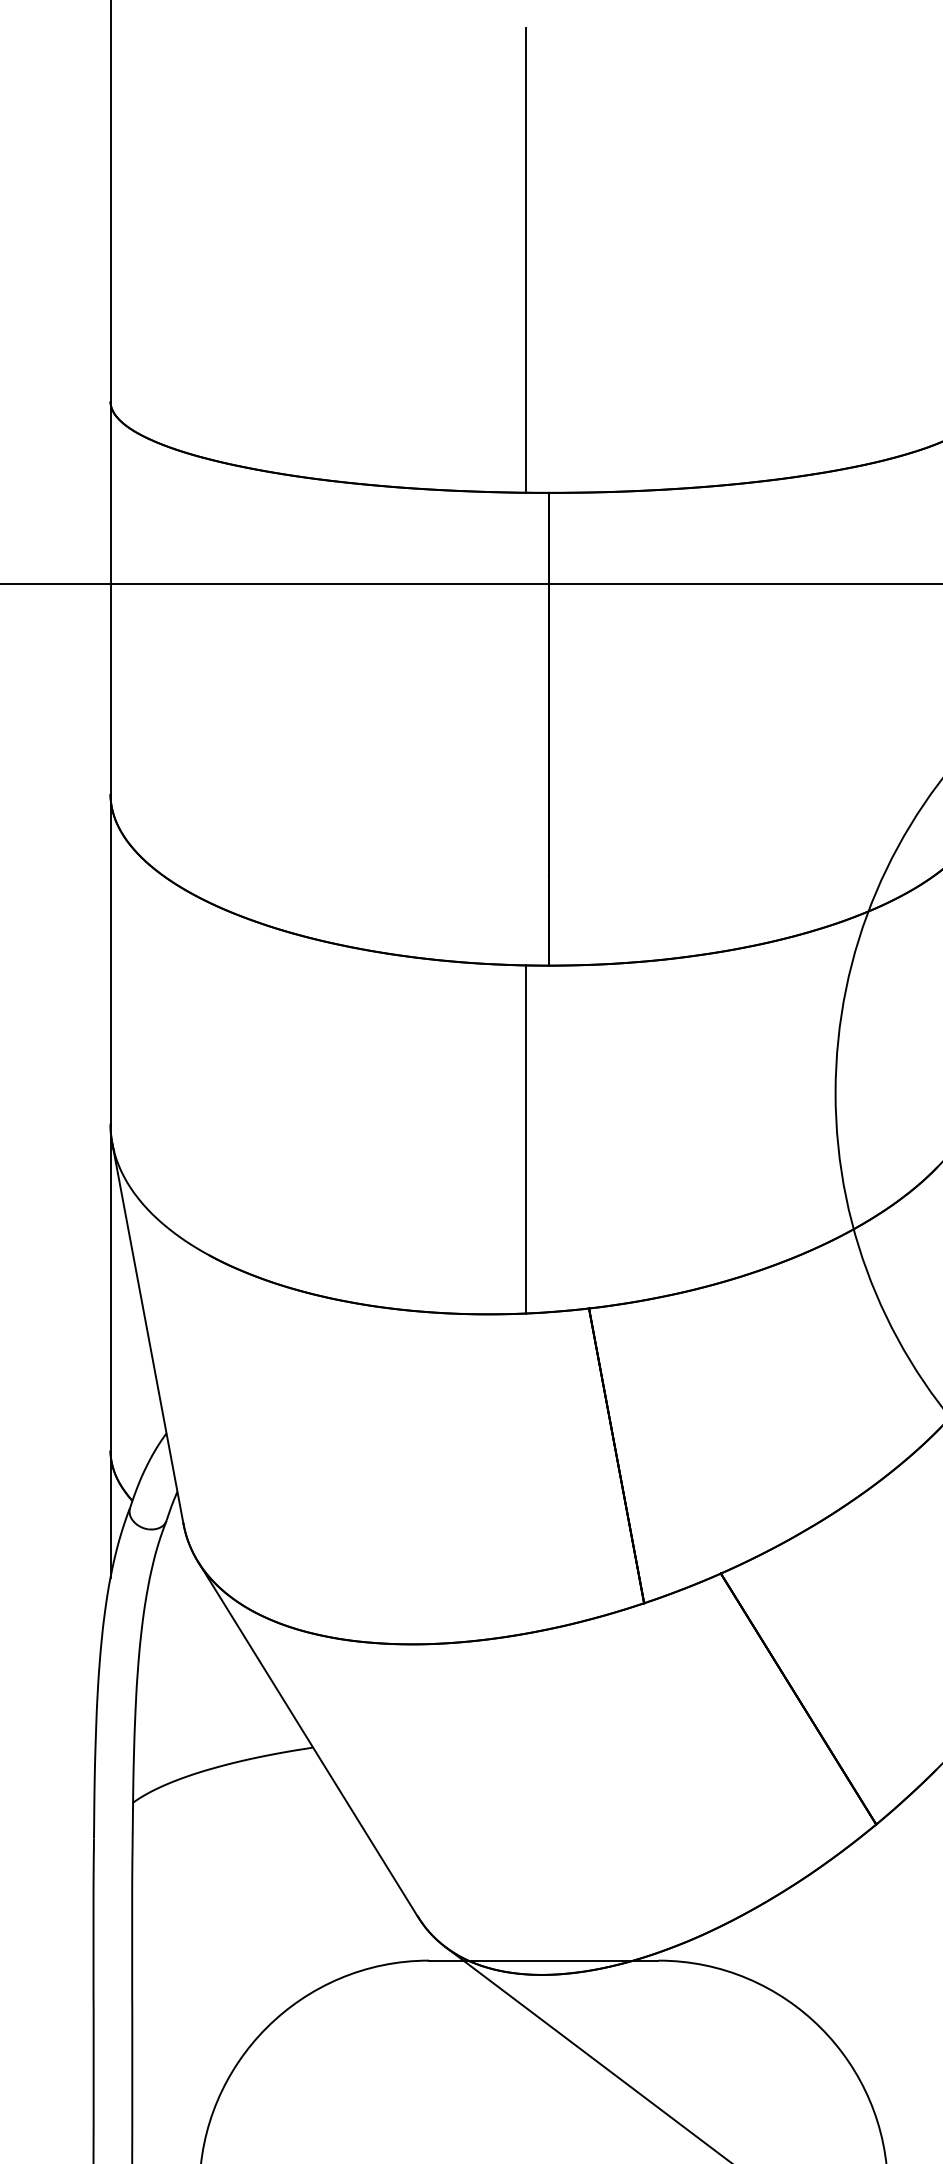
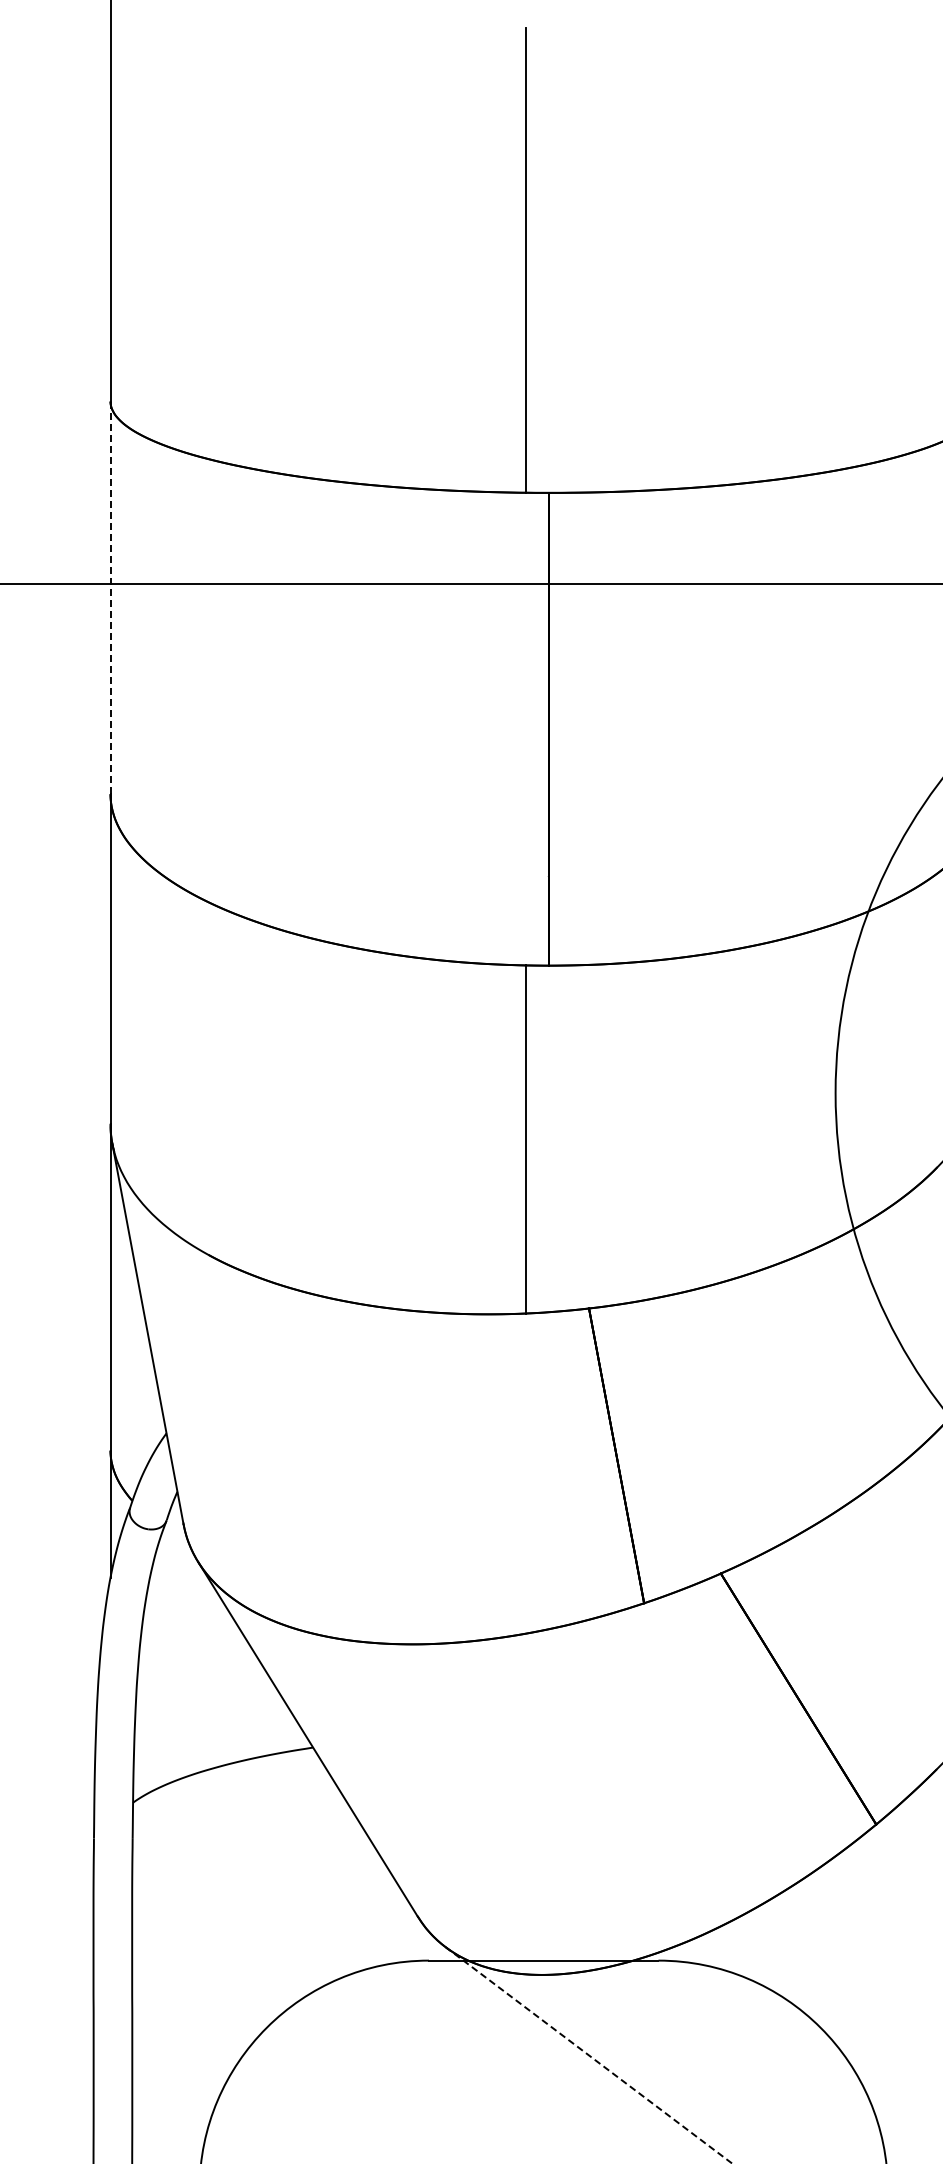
line at (110, 598): solid -> dashed
line at (588, 2055): solid -> dashed
